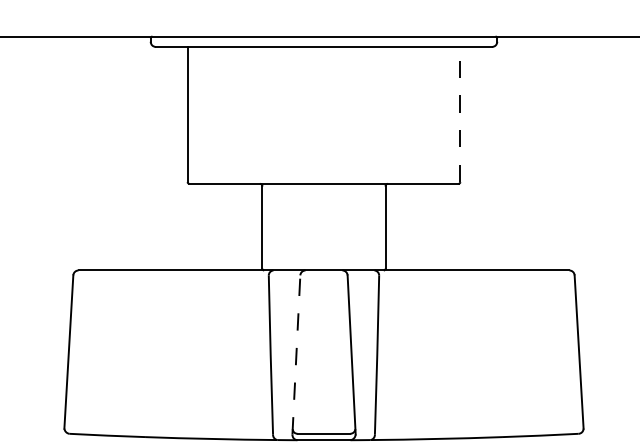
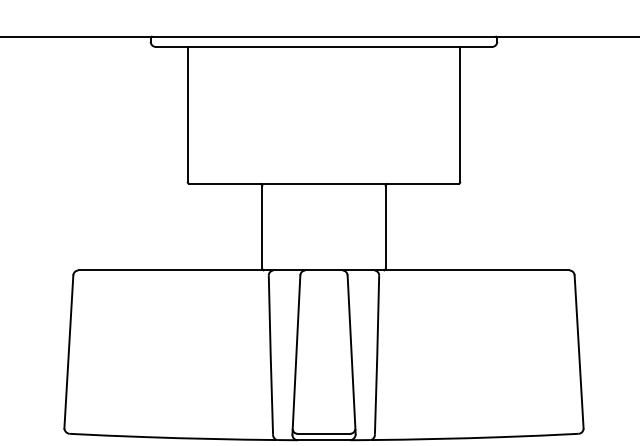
line at (460, 114): dashed -> solid
line at (296, 354): dashed -> solid
